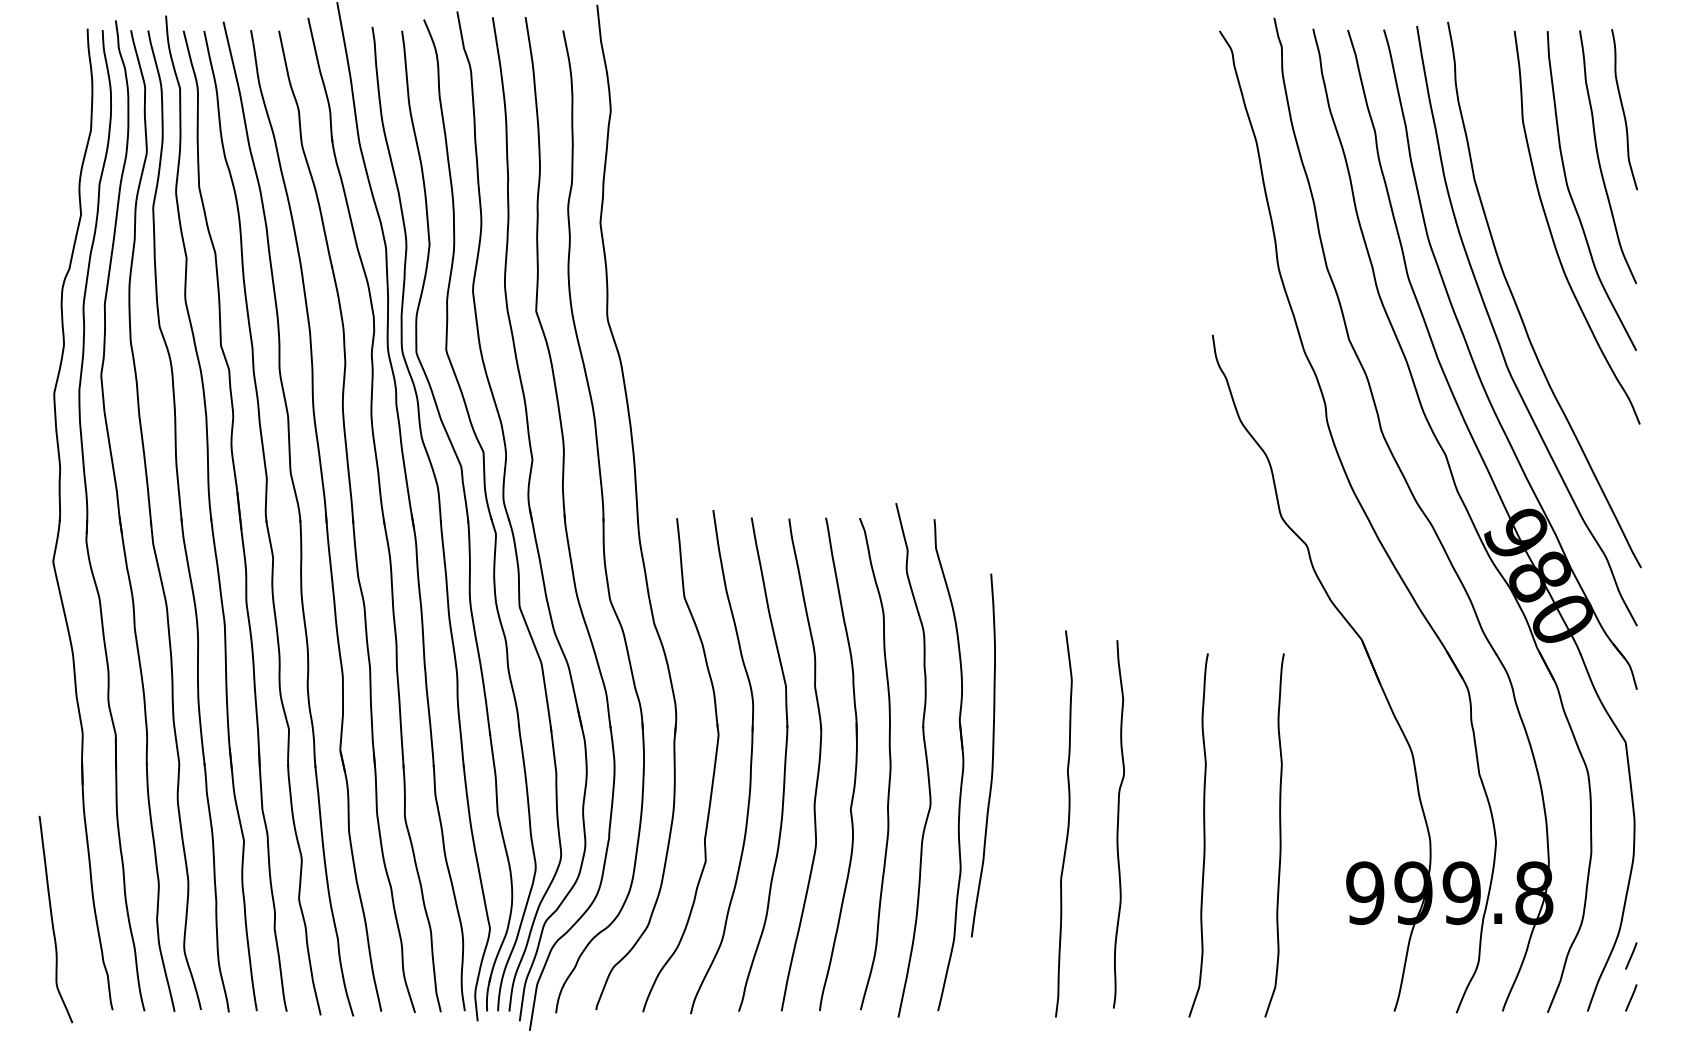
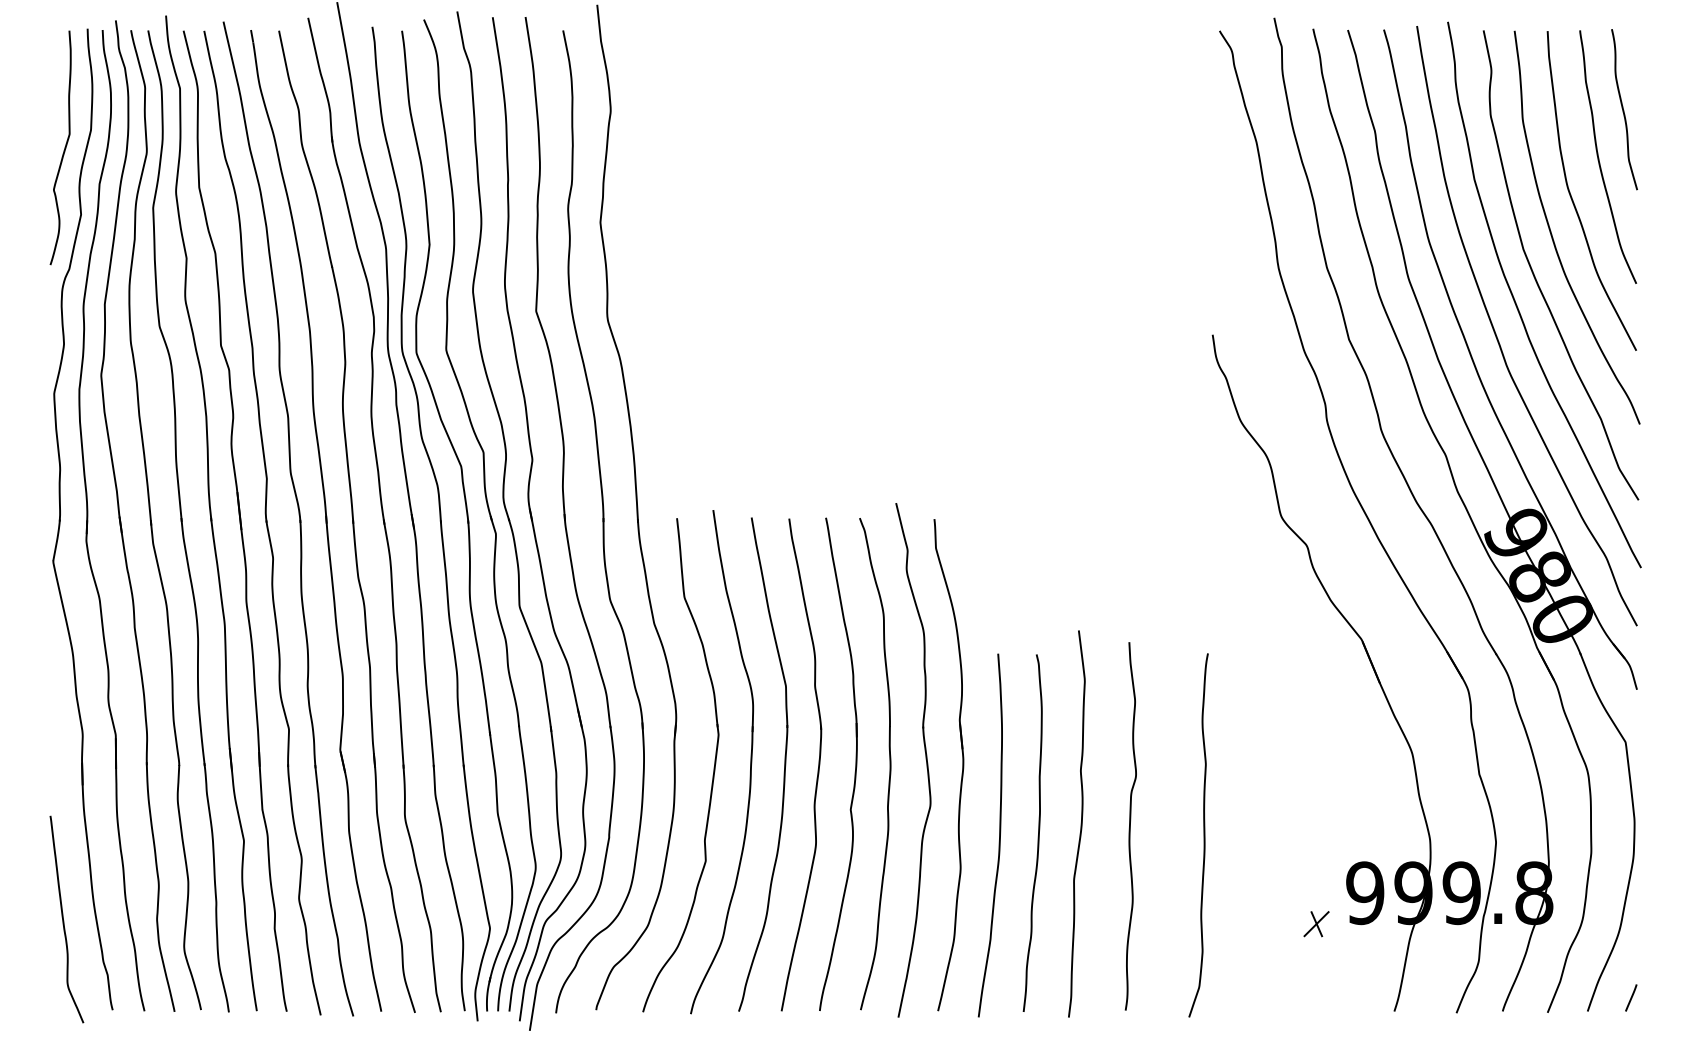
curve at (64, 147): none -> present
curve at (1534, 273): none -> present
curve at (992, 755) position: (992, 755) -> (999, 835)
curve at (1067, 823) position: (1067, 823) -> (1080, 823)
curve at (1118, 824) position: (1118, 824) -> (1130, 826)
curve at (1038, 832): none -> present
curve at (1279, 835): present -> none
curve at (53, 920) position: (53, 920) -> (64, 920)
part at (1316, 924): none -> present
line at (1631, 955): present -> none
